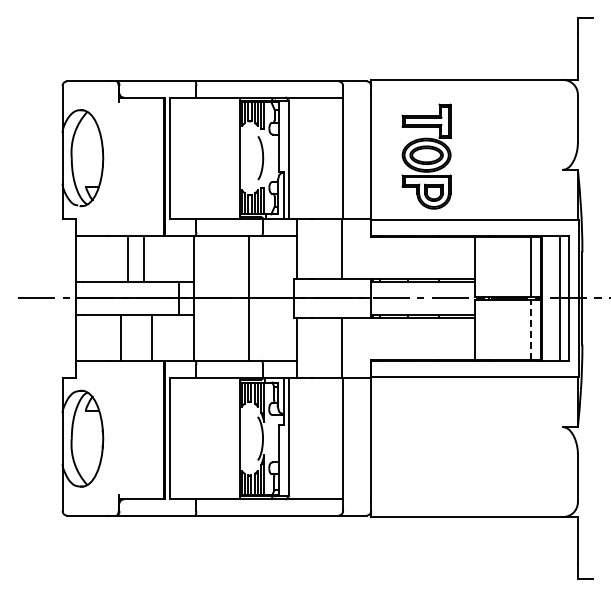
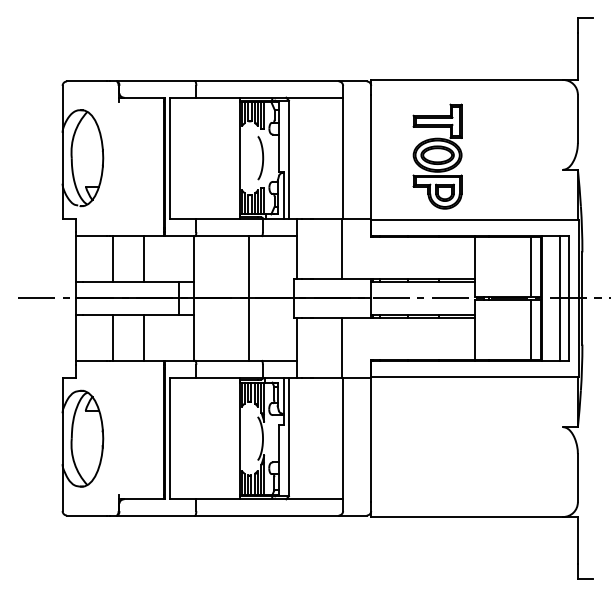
part at (426, 156) position: (426, 156) -> (437, 156)
line at (127, 259) position: (127, 259) -> (112, 259)
line at (530, 329): dashed -> solid
line at (120, 337) position: (120, 337) -> (112, 337)
line at (152, 337) position: (152, 337) -> (144, 337)
